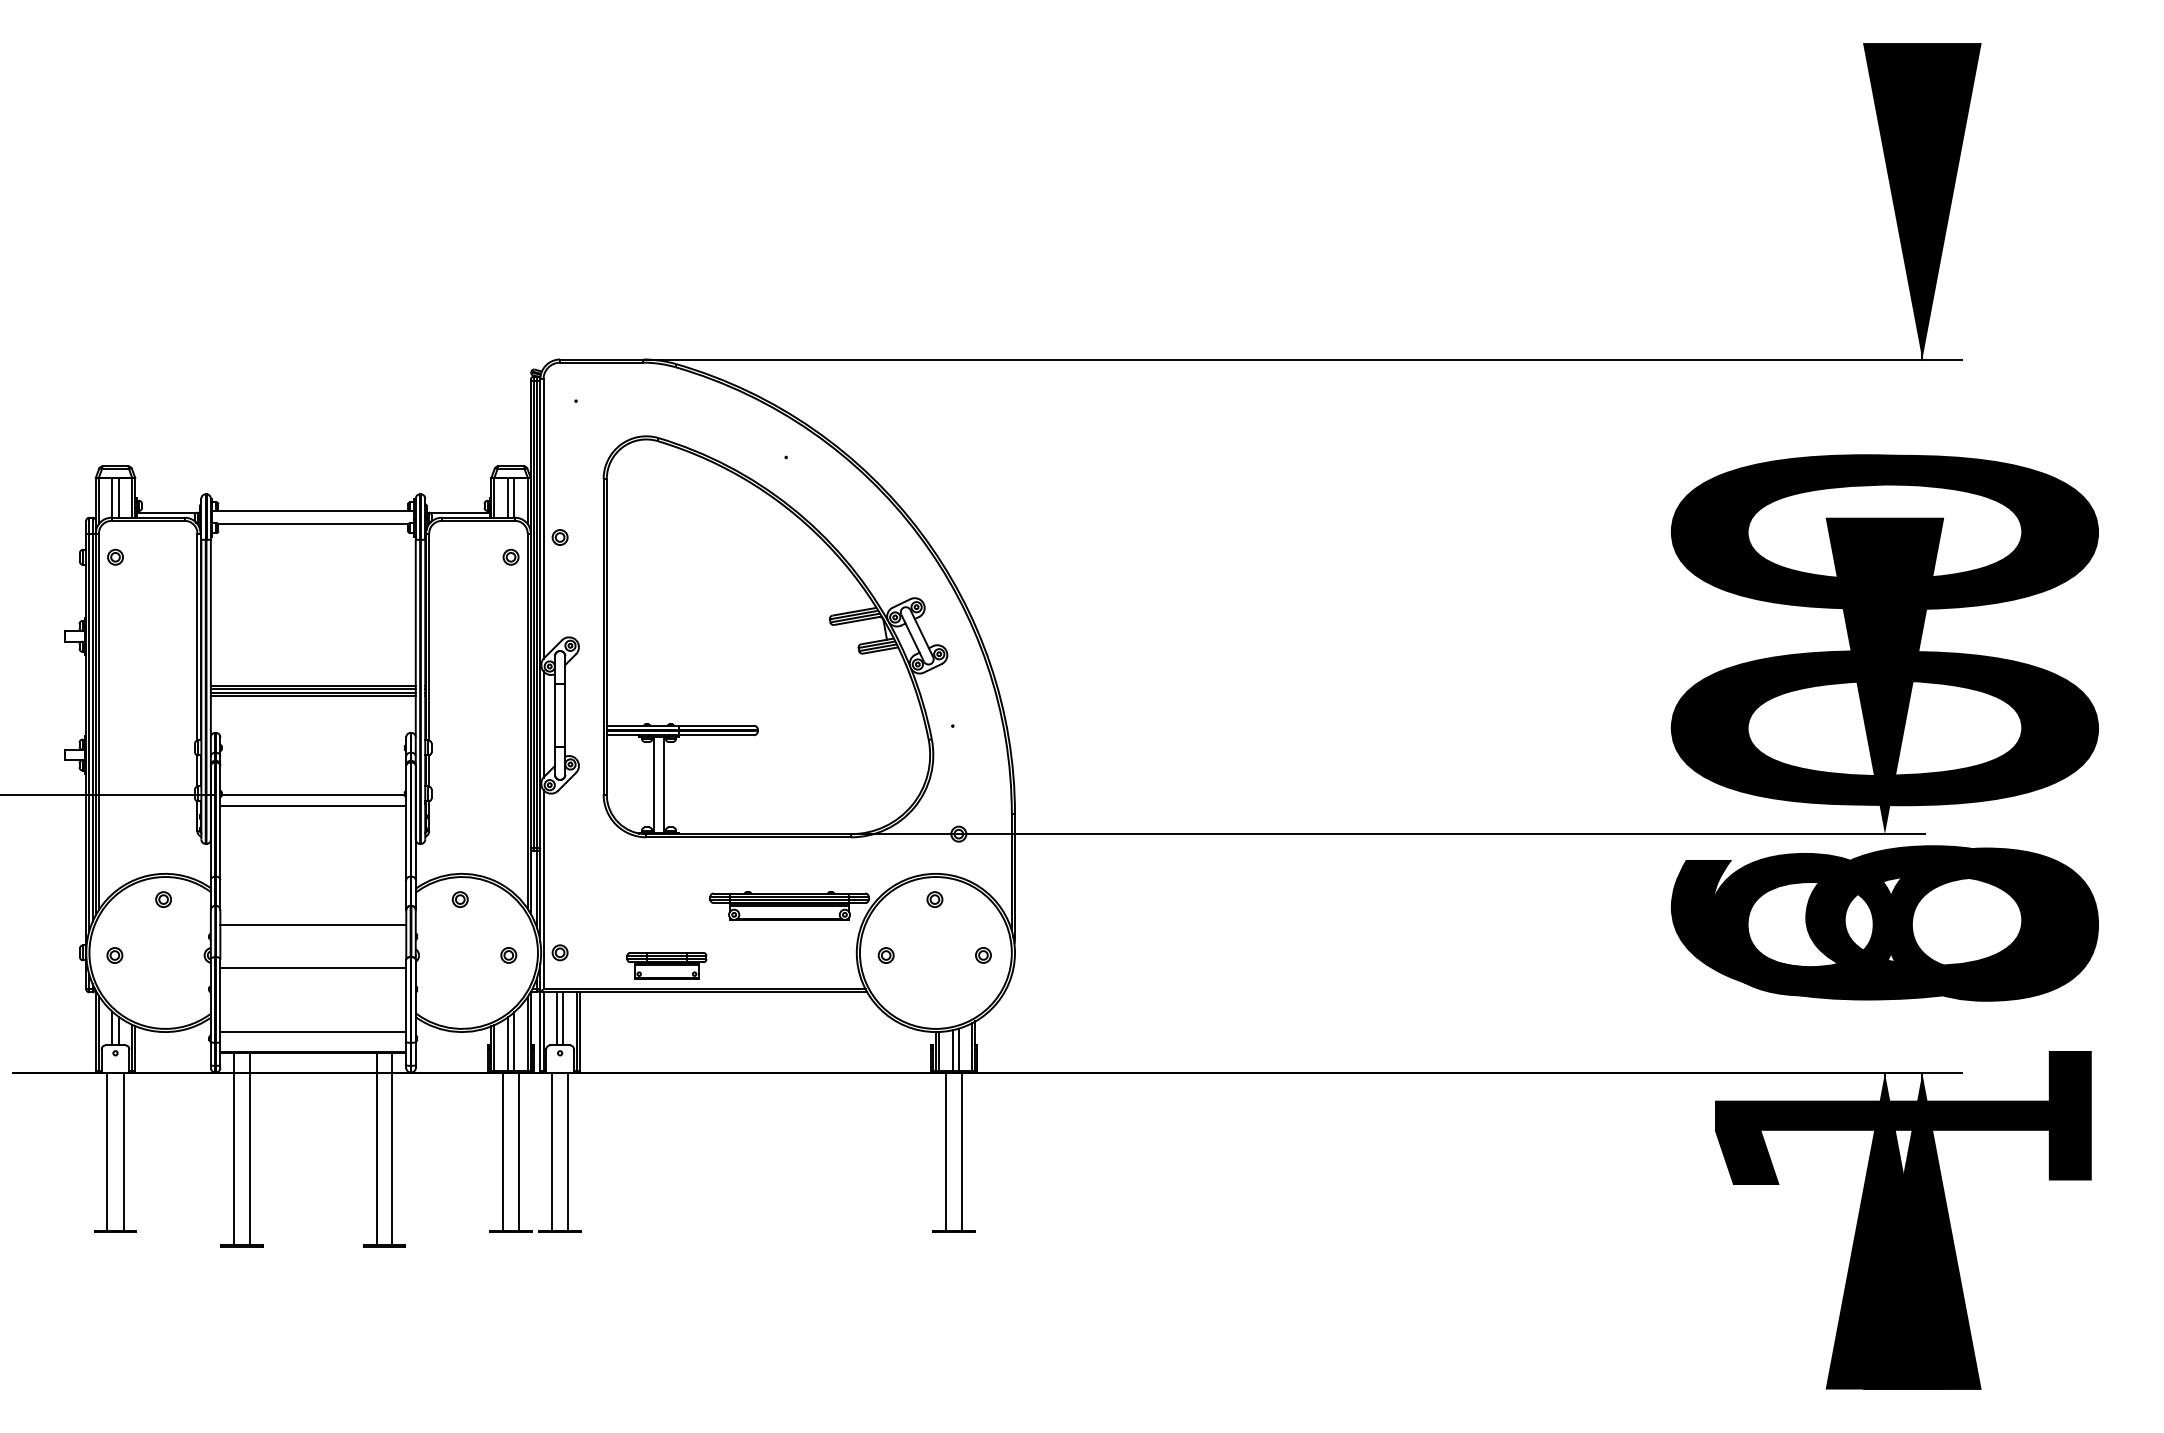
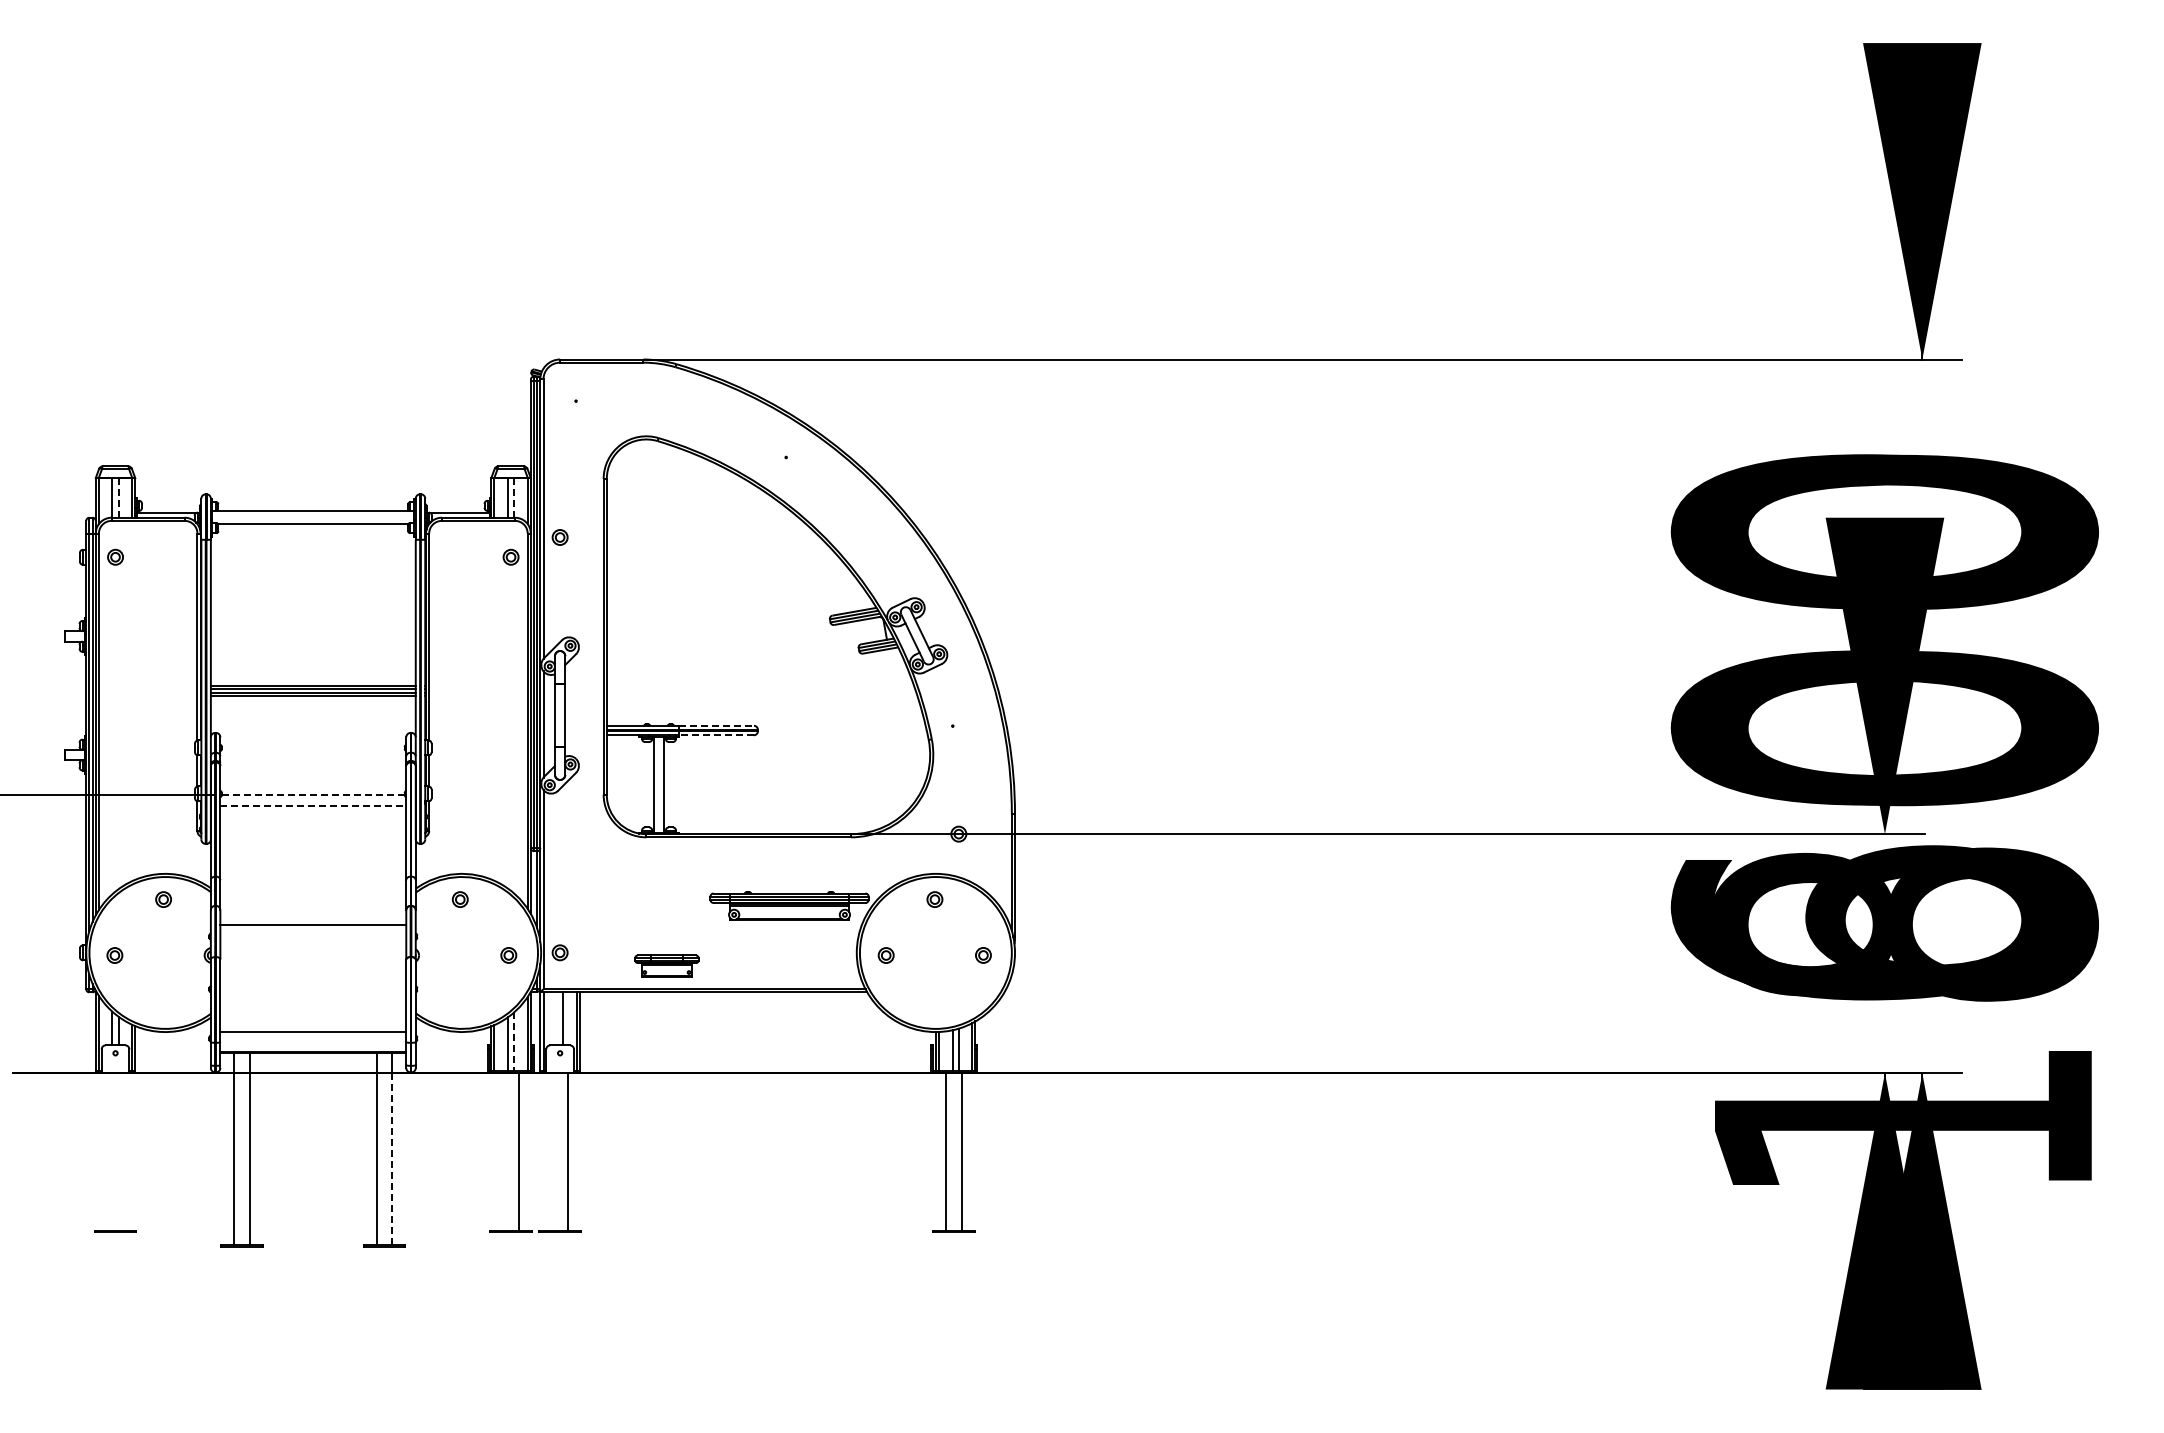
line at (118, 497): solid -> dashed
line at (514, 497): solid -> dashed
line at (716, 725): solid -> dashed
line at (716, 735): solid -> dashed
line at (313, 794): solid -> dashed
line at (313, 806): solid -> dashed
part at (666, 965) size: 82x28 px -> 66x24 px
line at (313, 967): present -> none
line at (556, 1018): present -> none
line at (514, 1041): solid -> dashed
line at (107, 1152): present -> none
line at (123, 1152): present -> none
line at (502, 1152): present -> none
line at (551, 1152): present -> none
line at (392, 1159): solid -> dashed
